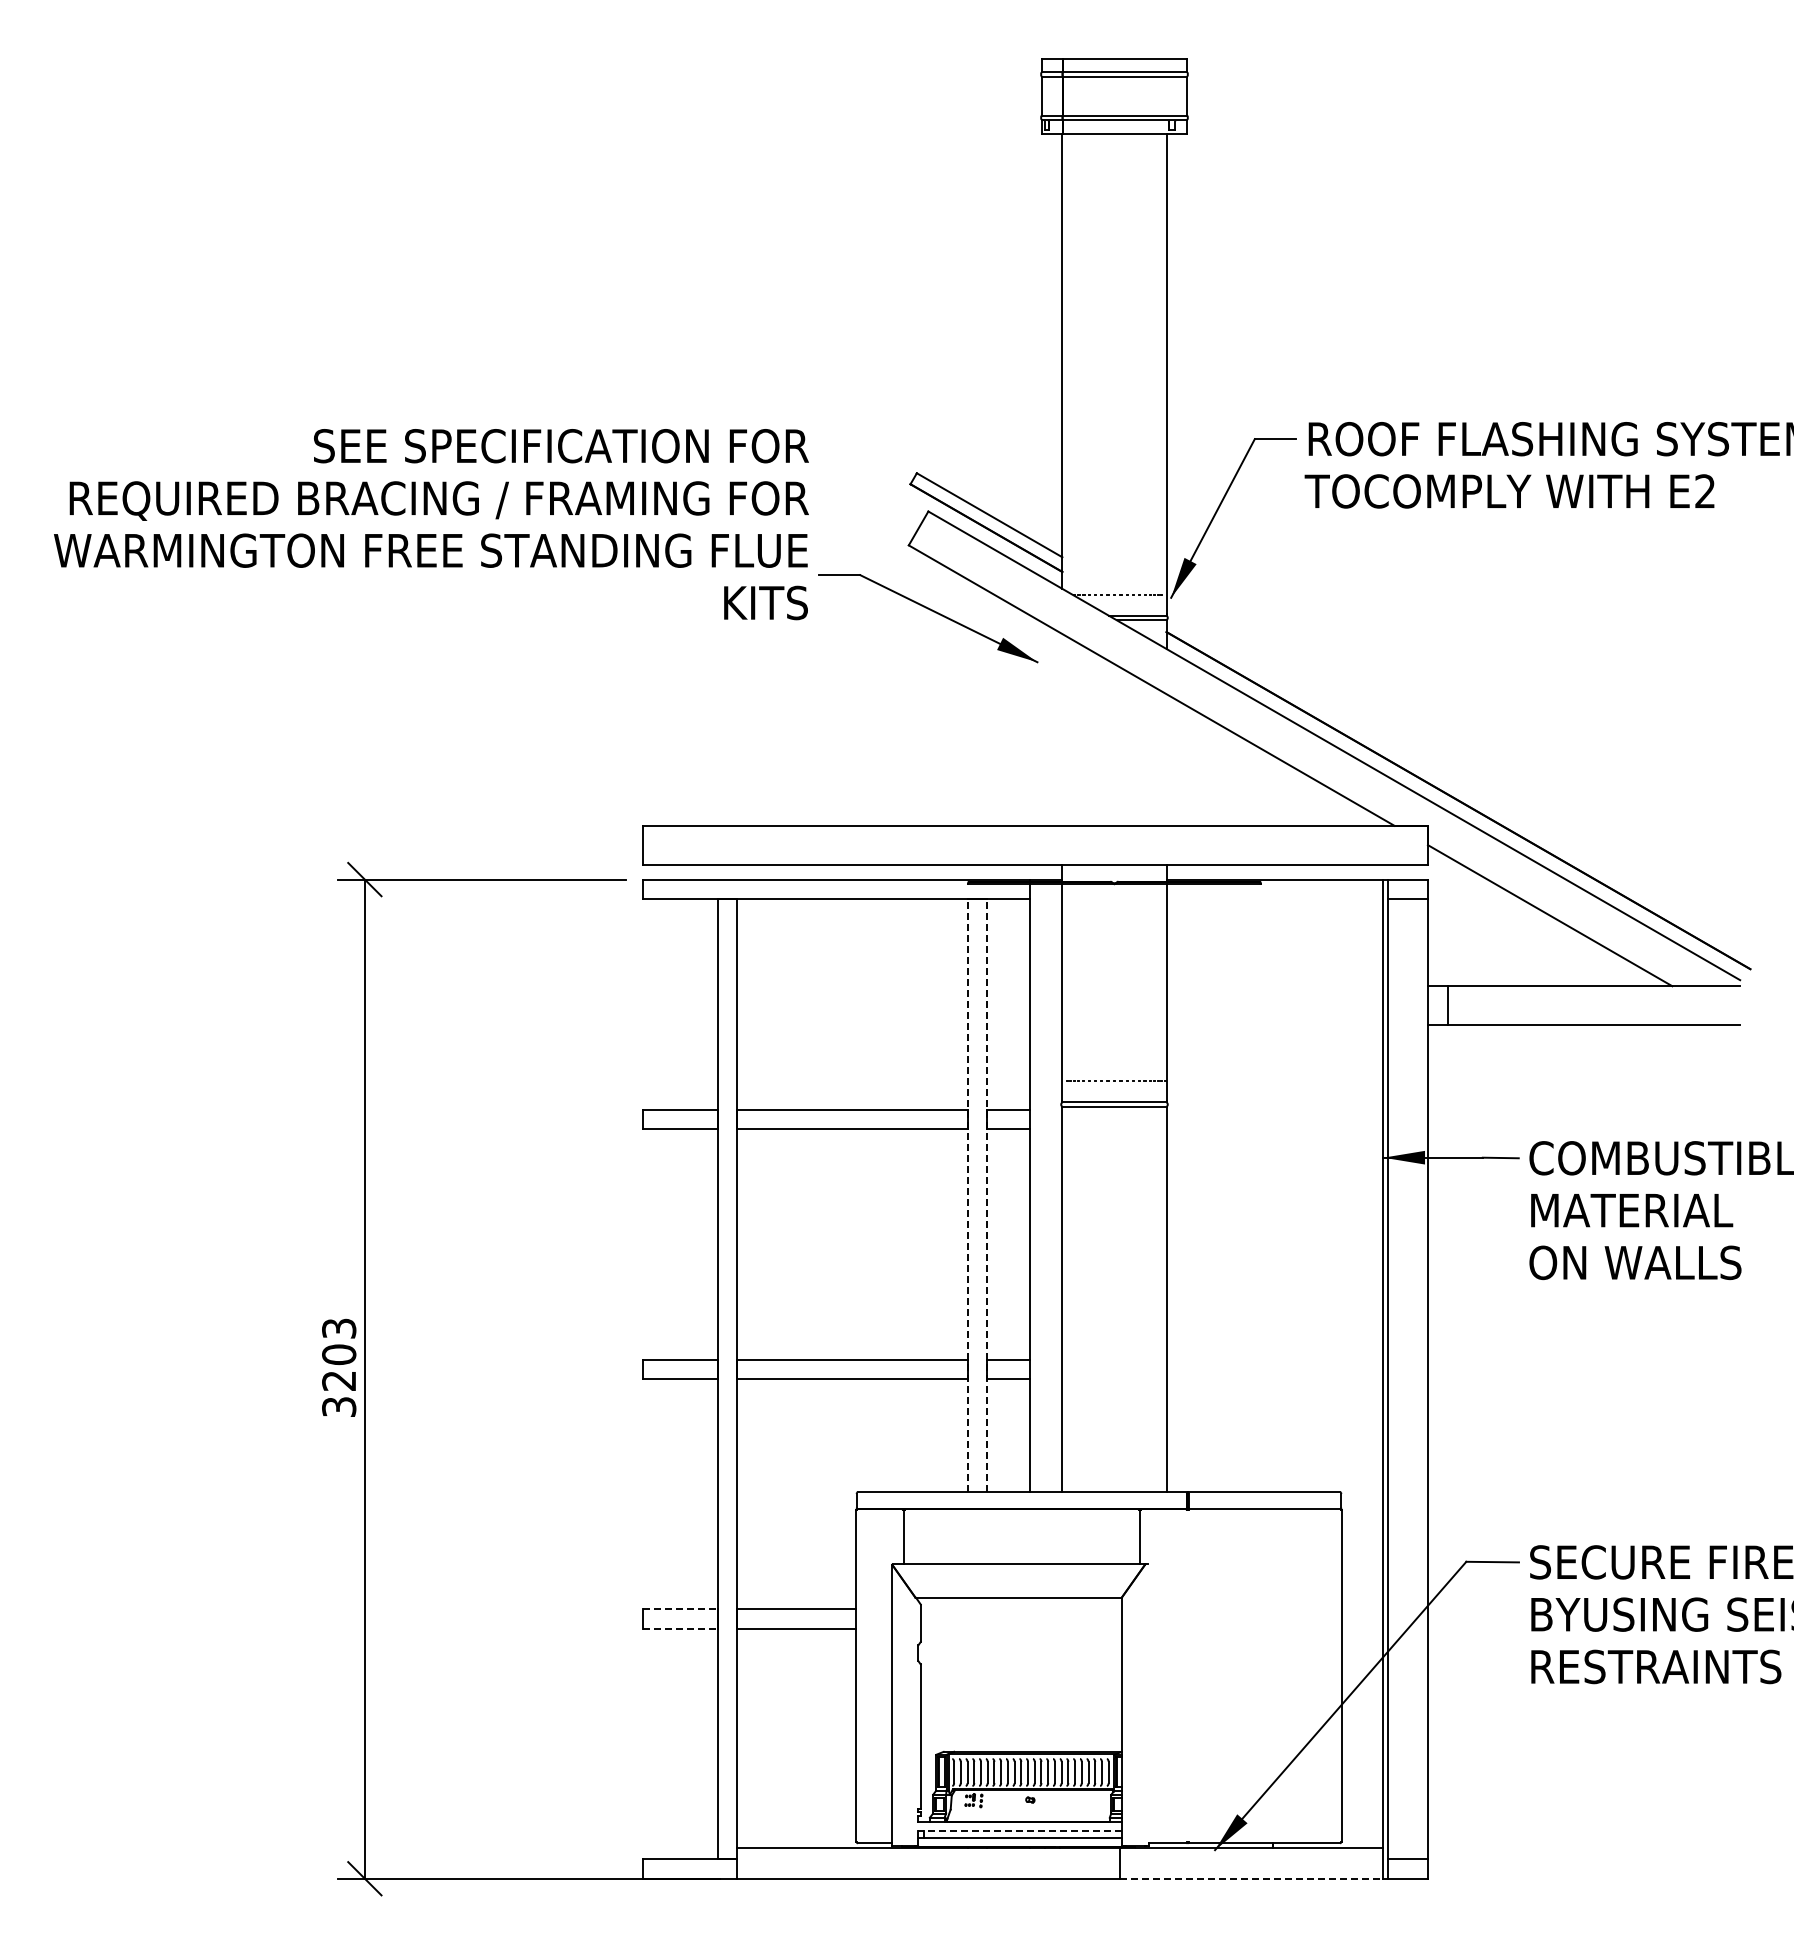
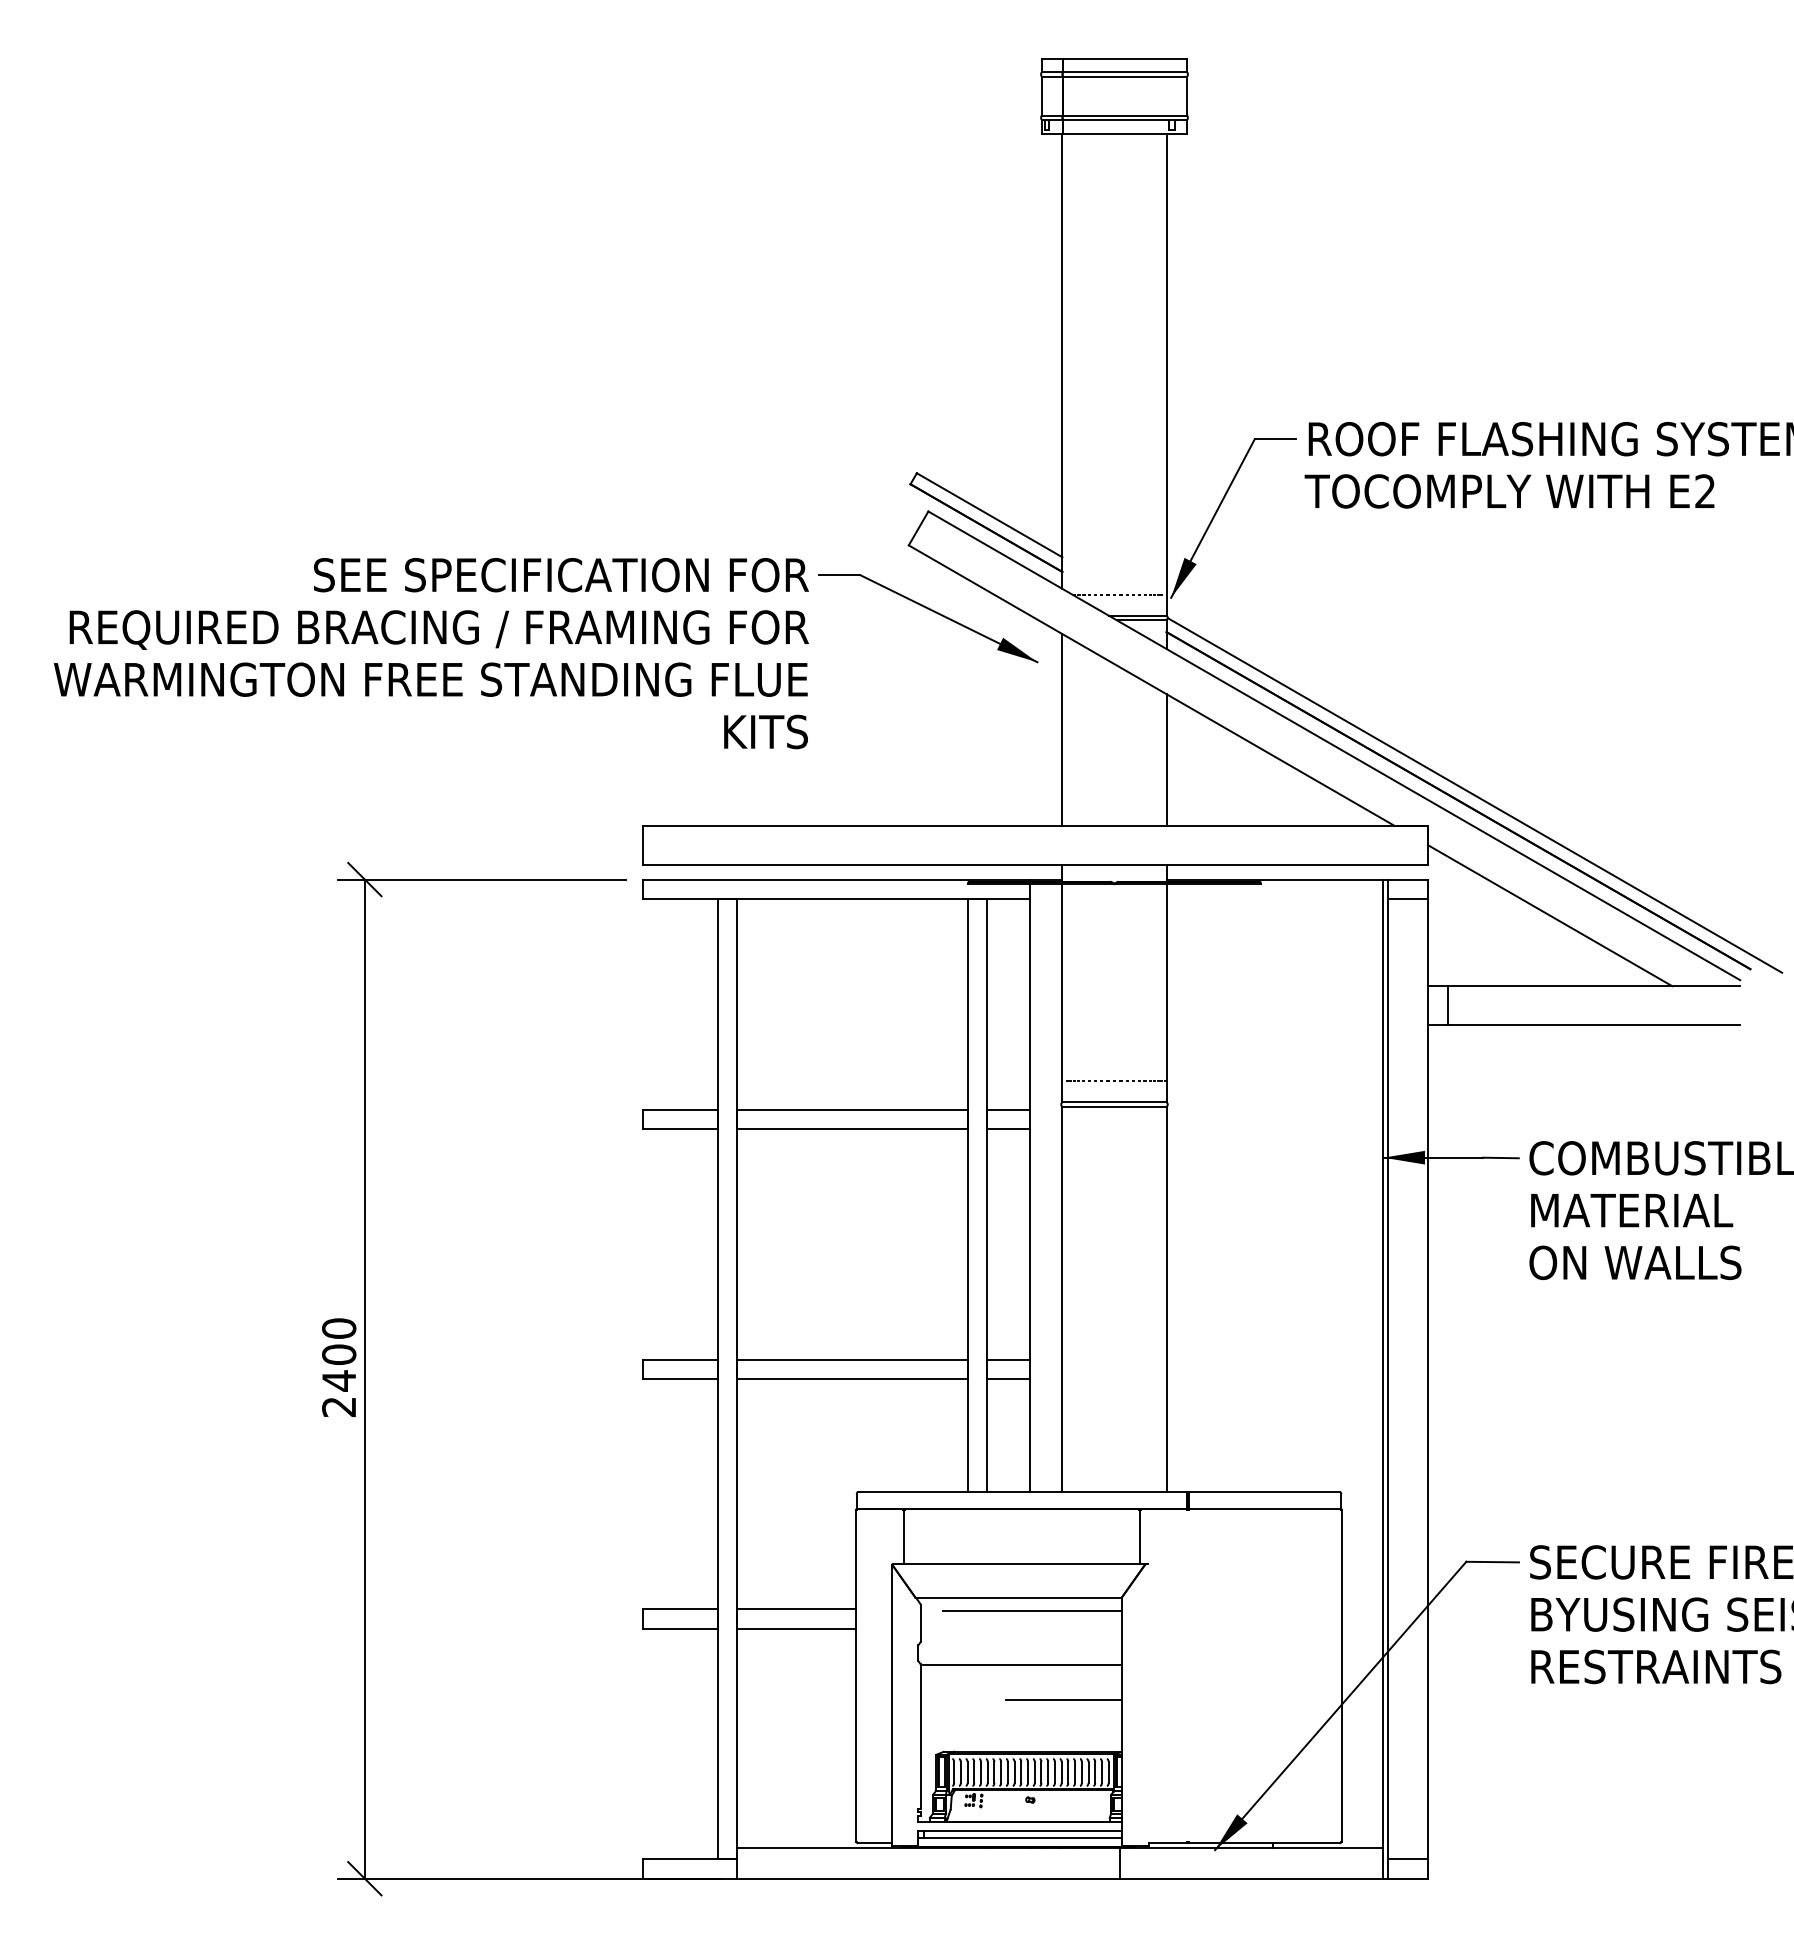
text at (431, 524) position: (431, 524) -> (431, 653)
line at (1062, 729): none -> present
line at (1166, 759): none -> present
line at (1474, 795): none -> present
line at (967, 1195): dashed -> solid
line at (987, 1195): dashed -> solid
text at (339, 1367): 3203 -> 2400
line at (680, 1609): dashed -> solid
line at (1031, 1610): none -> present
line at (680, 1628): dashed -> solid
line at (1021, 1664): none -> present
line at (1063, 1699): none -> present
line at (1019, 1830): dashed -> solid
line at (1251, 1878): dashed -> solid
